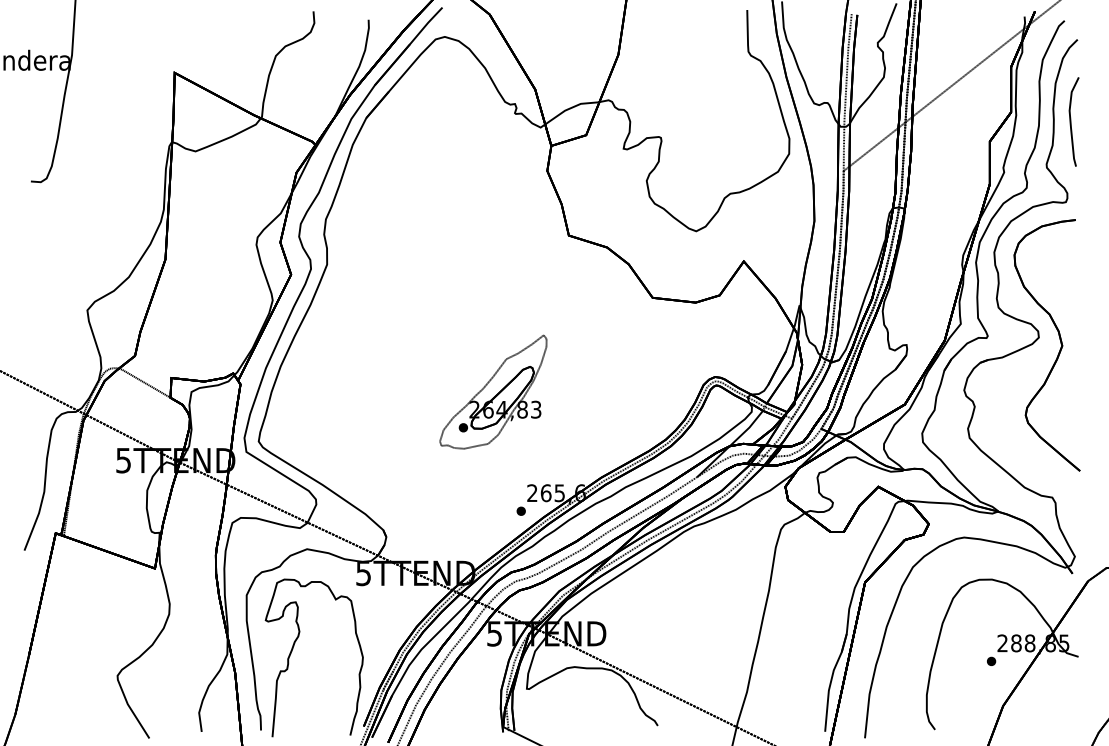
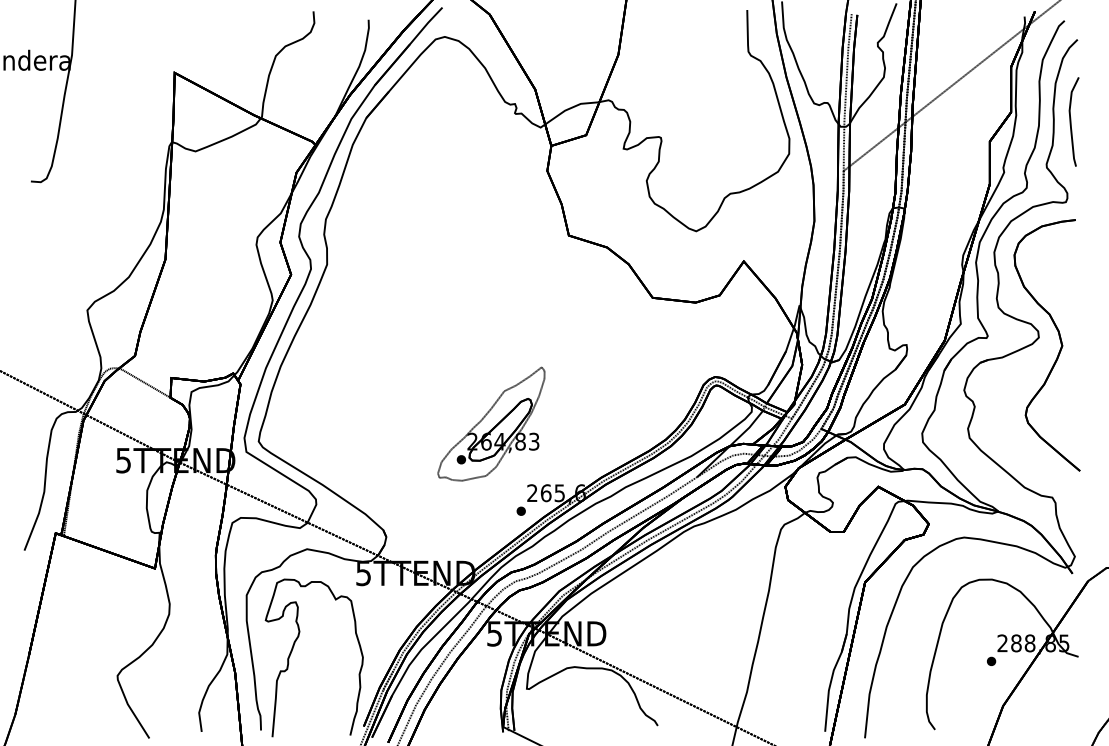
part at (493, 391) position: (493, 391) -> (491, 423)
